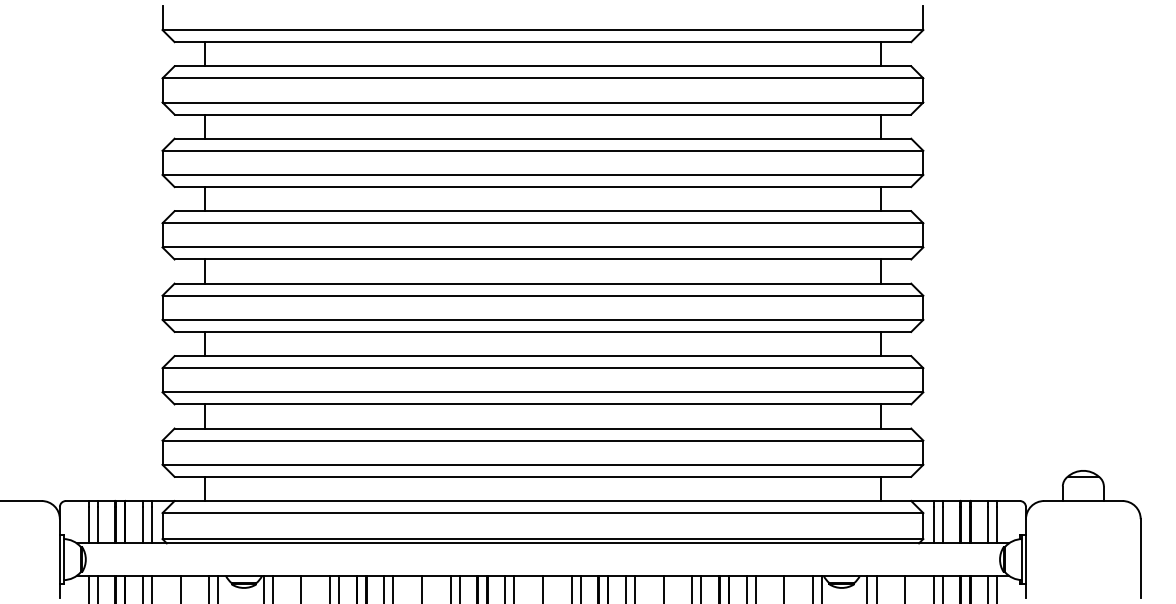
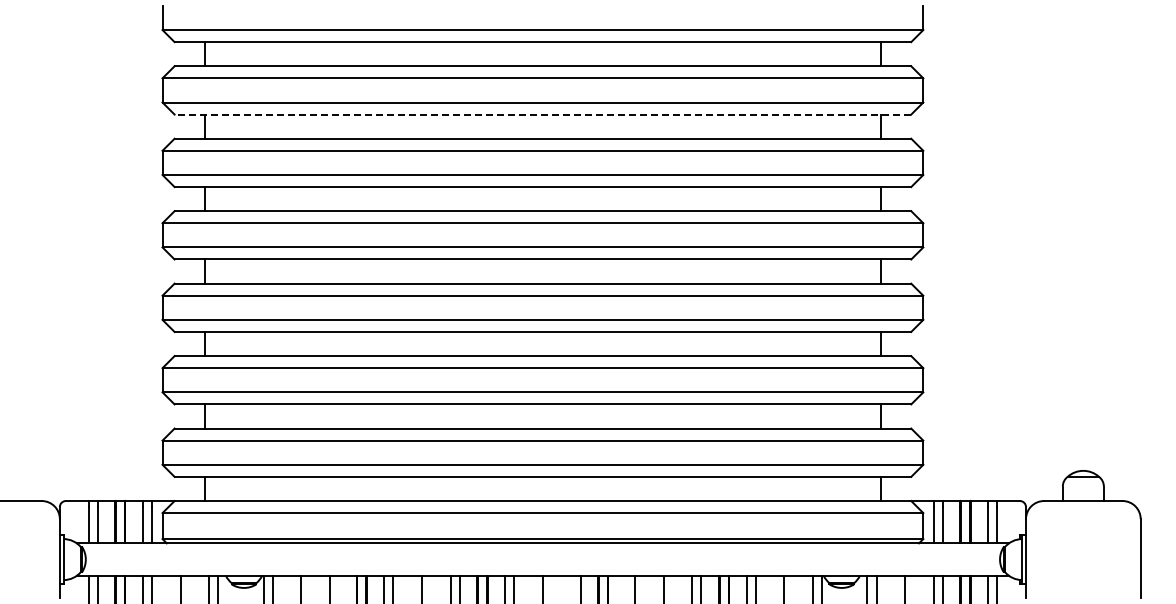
line at (542, 114): solid -> dashed
line at (339, 587): present -> none
line at (571, 587): present -> none
line at (625, 587): present -> none
